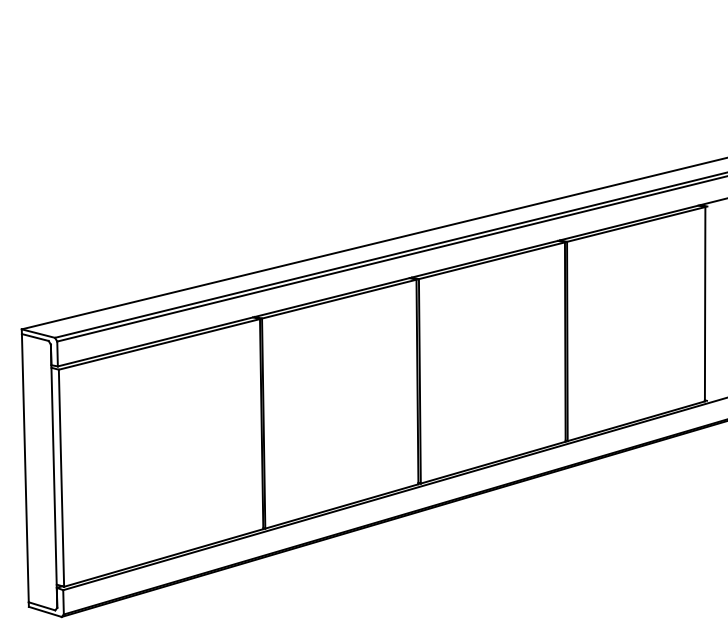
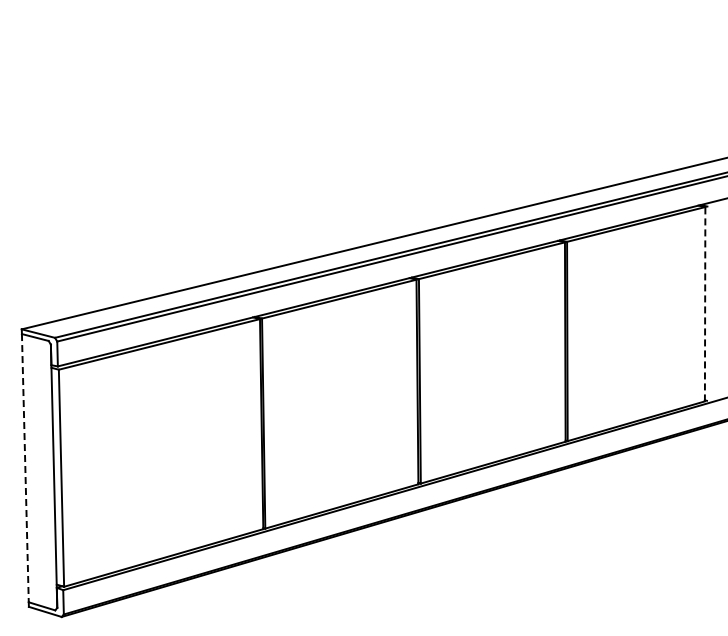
line at (705, 303): solid -> dashed
line at (25, 468): solid -> dashed
